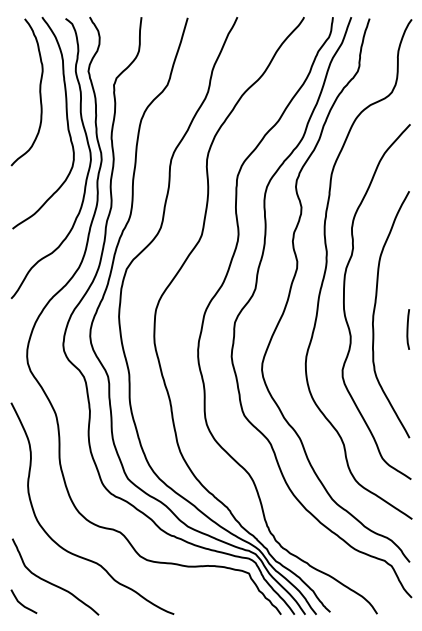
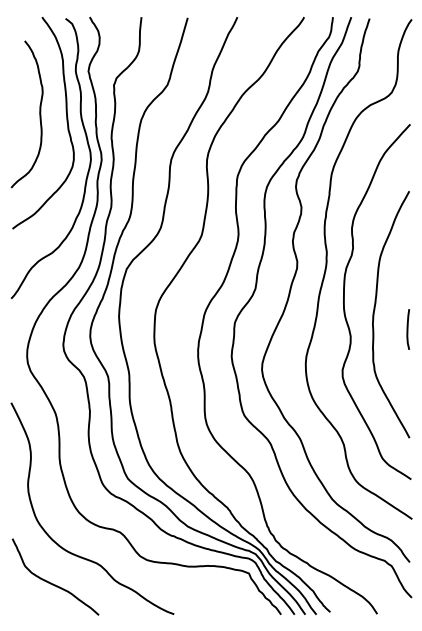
curve at (39, 92) position: (39, 92) -> (39, 114)
curve at (22, 603): present -> none
